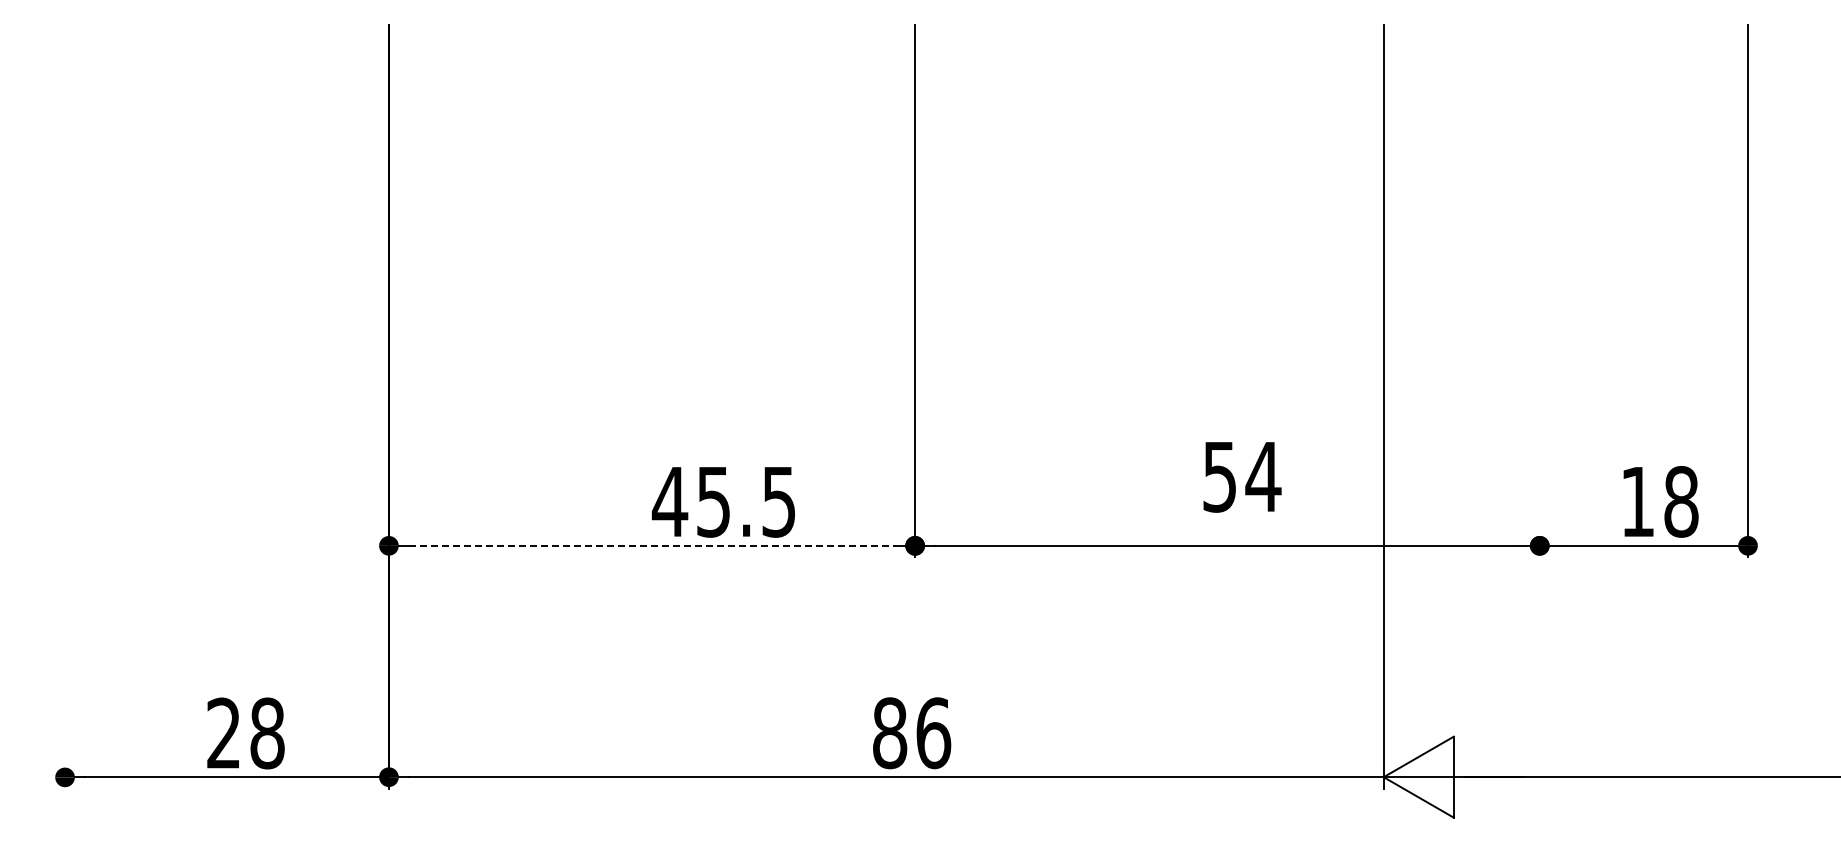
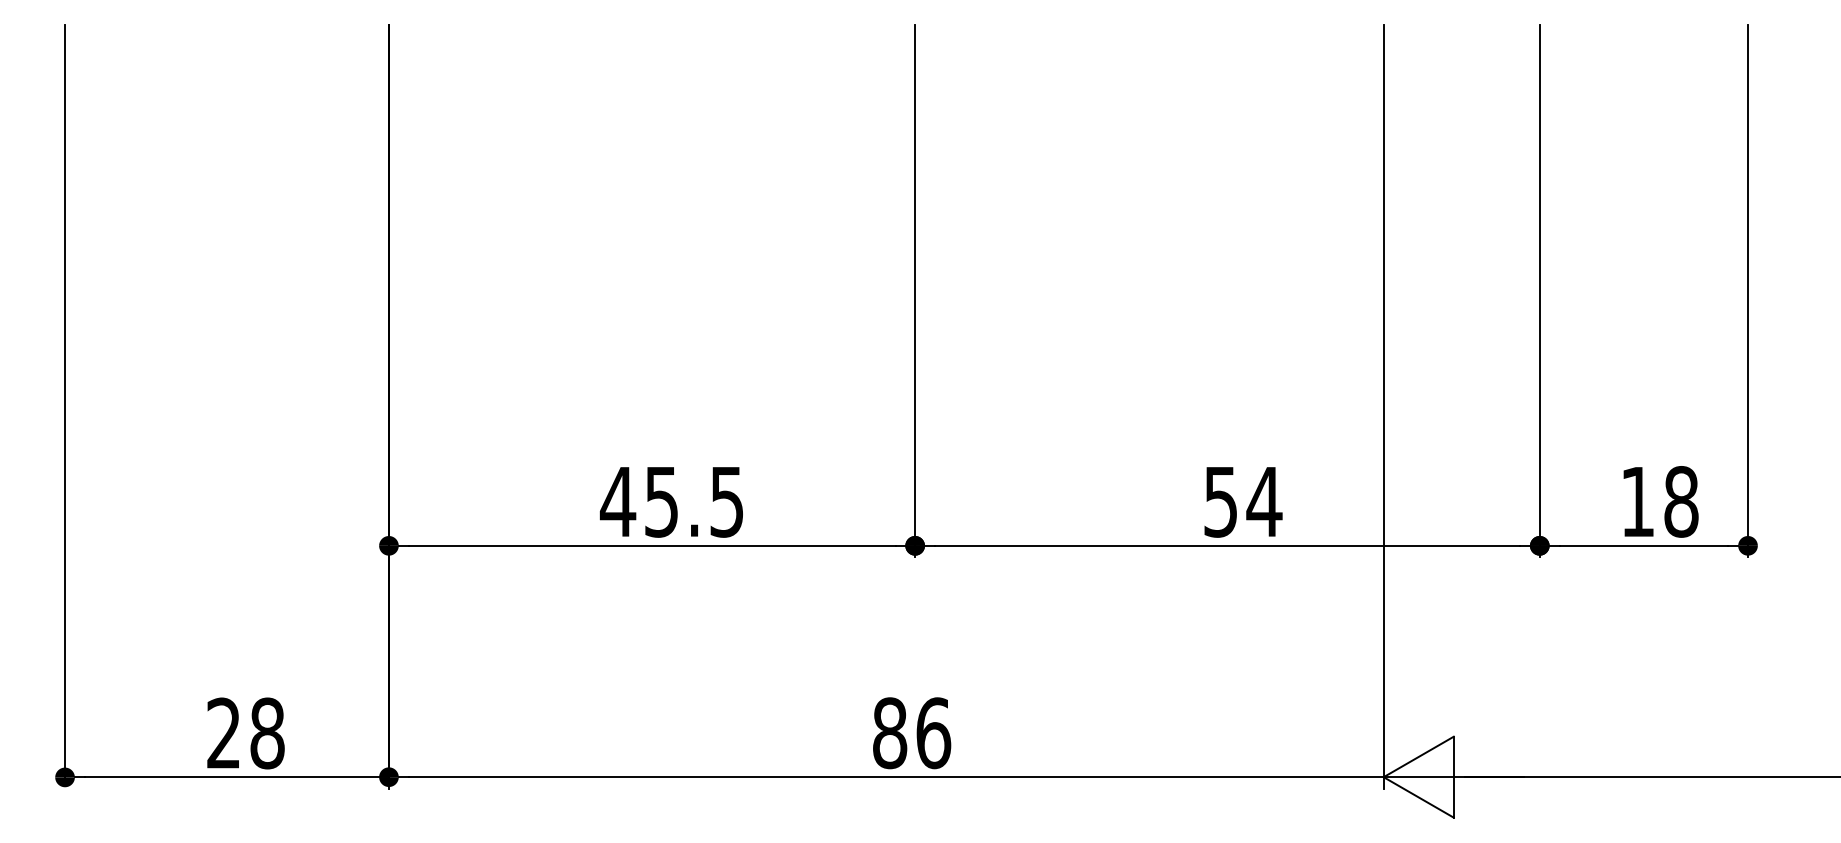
line at (1539, 291): none -> present
line at (65, 403): none -> present
text at (1242, 477) position: (1242, 477) -> (1243, 502)
text at (722, 502) position: (722, 502) -> (670, 502)
line at (652, 545): dashed -> solid
